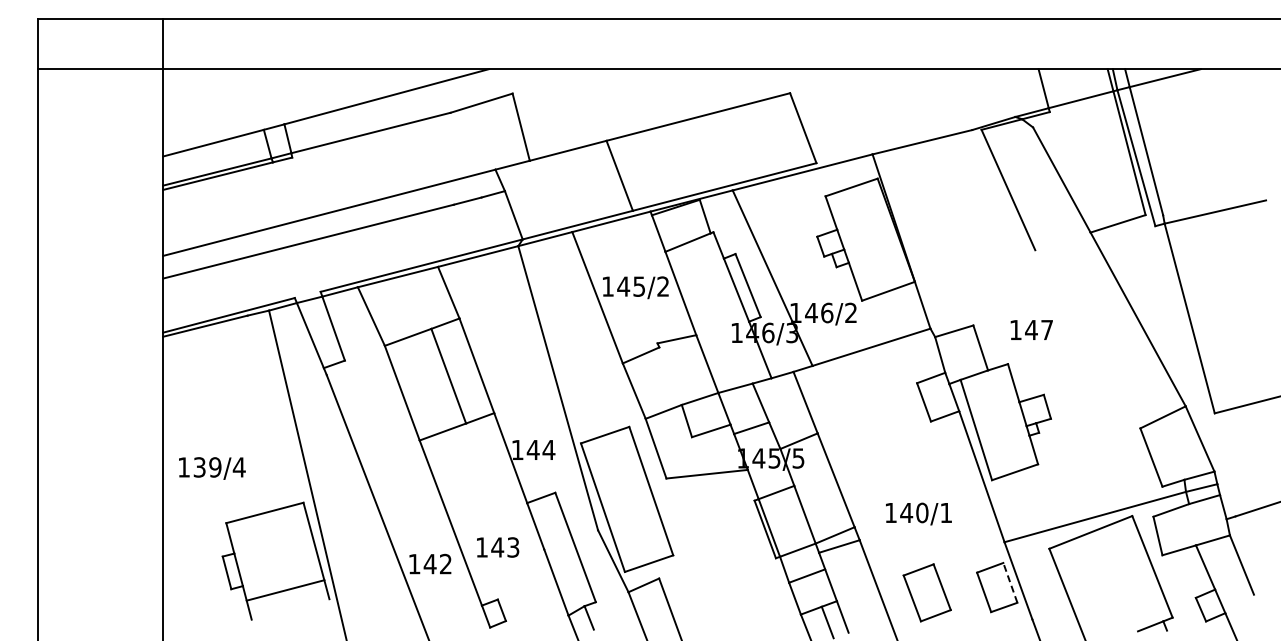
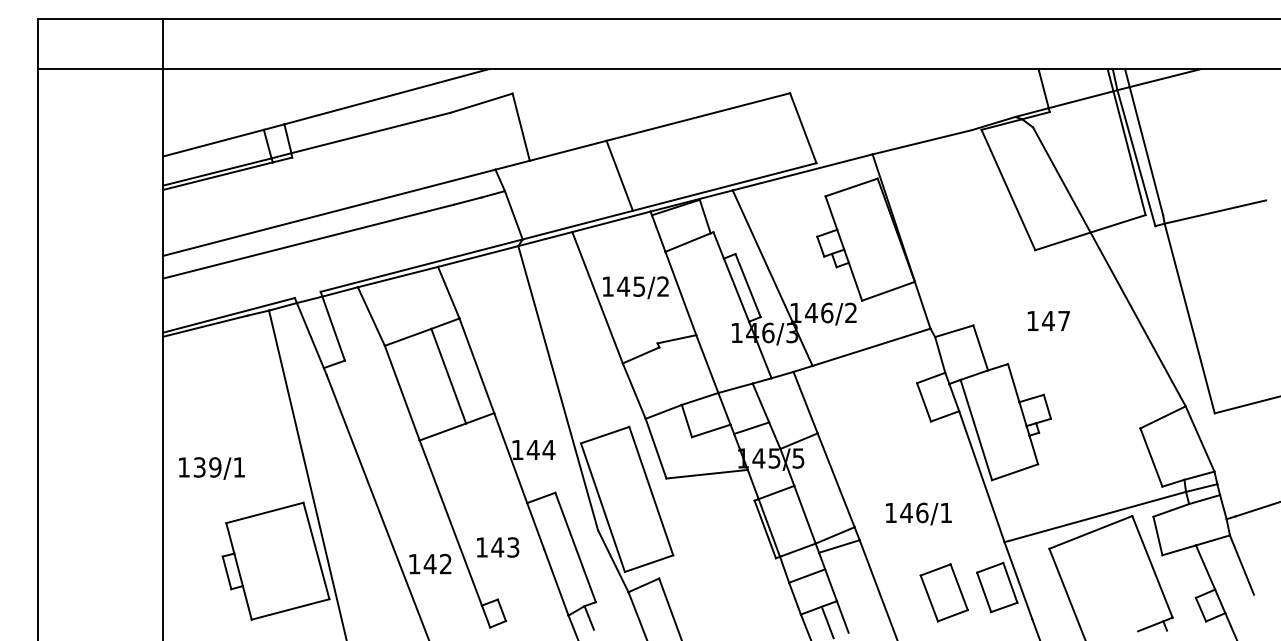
line at (1062, 241): none -> present
text at (1031, 329) position: (1031, 329) -> (1048, 320)
text at (238, 467): 139/4 -> 139/1
text at (922, 512): 140/1 -> 146/1
line at (1010, 582): dashed -> solid
line at (285, 590) position: (285, 590) -> (290, 609)
part at (926, 592) position: (926, 592) -> (943, 592)
